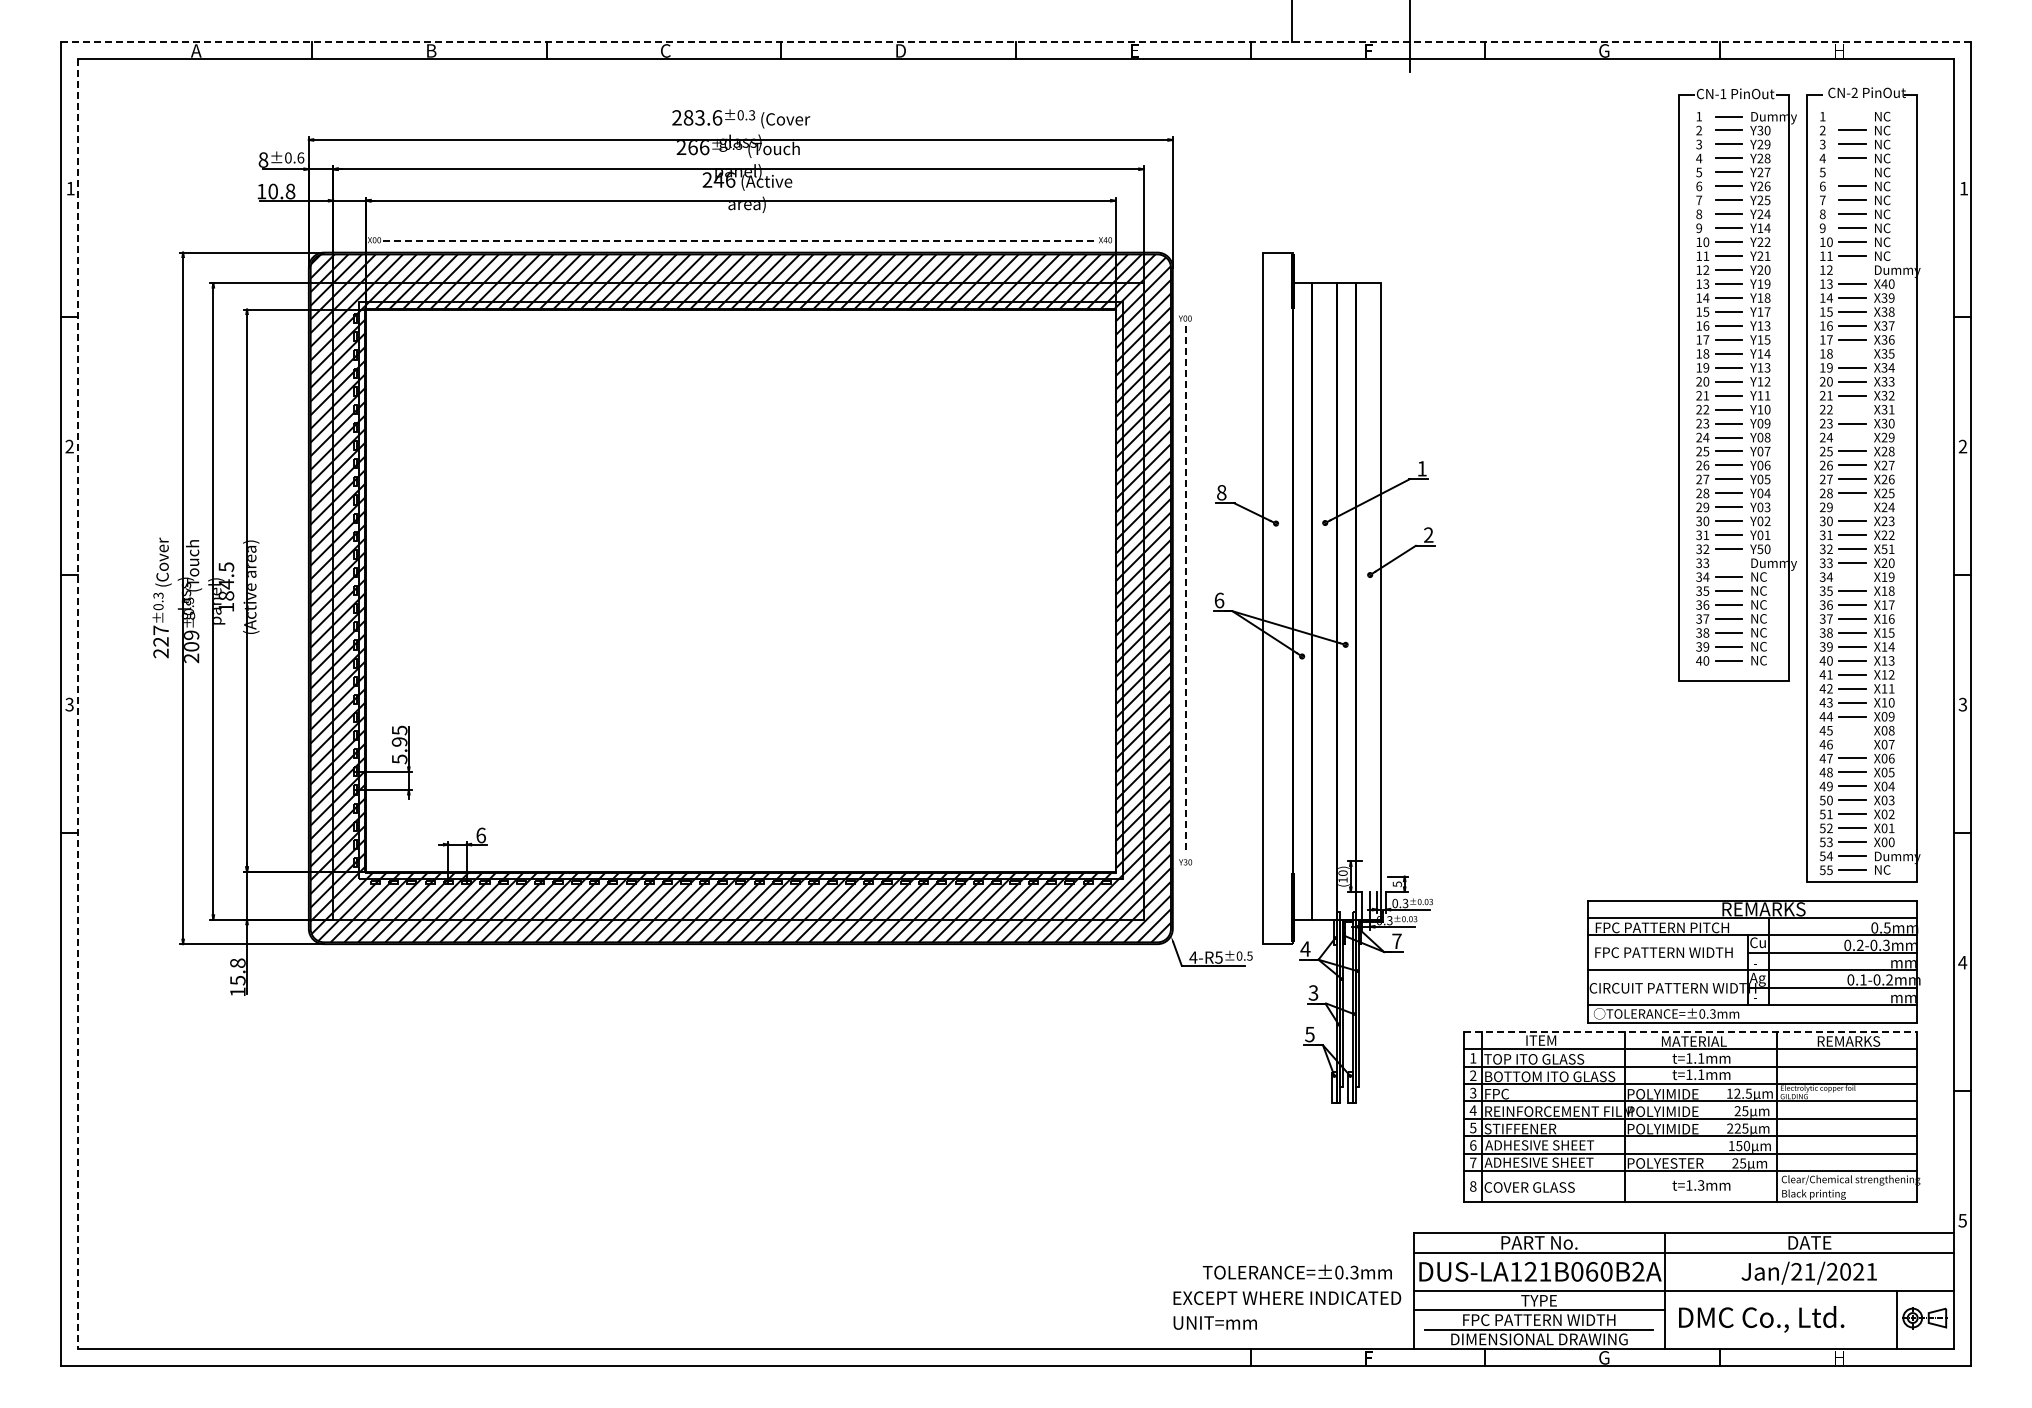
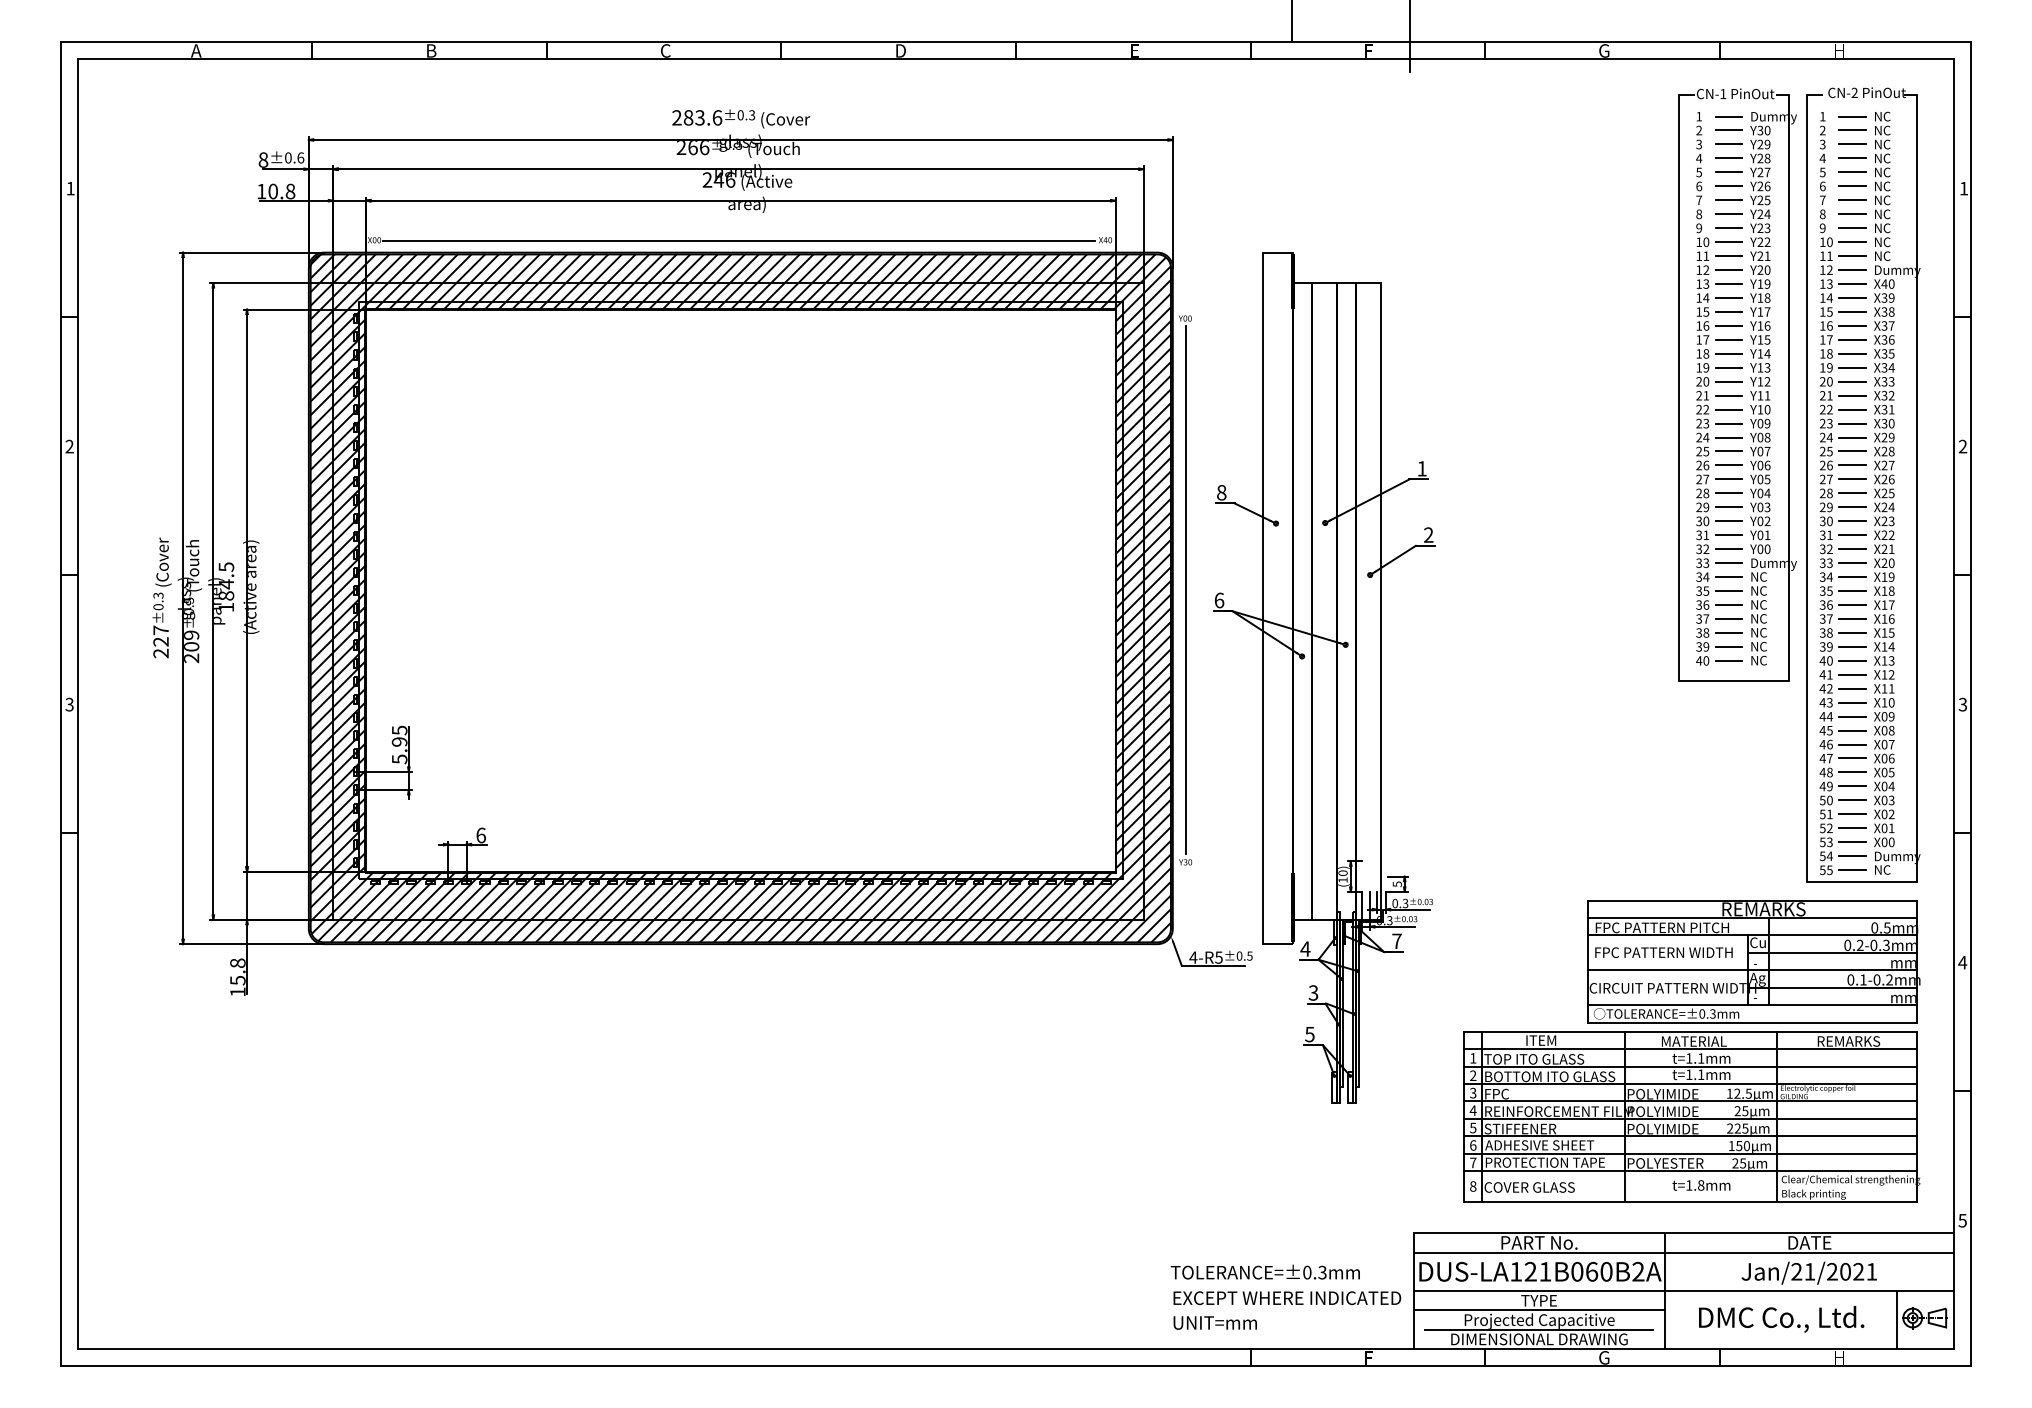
line at (1015, 42): dashed -> solid
line at (1852, 116): none -> present
line at (1852, 171): none -> present
text at (1763, 228): Y14 -> Y23
line at (738, 240): dashed -> solid
line at (1852, 270): none -> present
text at (1767, 325): Y13 -> Y16
line at (1852, 353): none -> present
line at (1852, 409): none -> present
line at (1852, 437): none -> present
line at (1852, 507): none -> present
text at (1760, 548): Y50 -> Y00
text at (1884, 549): X51 -> X21
line at (1728, 563): none -> present
line at (1852, 577): none -> present
line at (1186, 590): dashed -> solid
line at (77, 704): dashed -> solid
line at (1852, 730): none -> present
line at (1852, 744): none -> present
line at (1690, 1031): dashed -> solid
text at (1544, 1162): ADHESIVE SHEET -> PROTECTION TAPE
text at (1700, 1185): t=1.3mm -> t=1.8mm
text at (1296, 1271) position: (1296, 1271) -> (1264, 1271)
text at (1761, 1319) position: (1761, 1319) -> (1781, 1319)
text at (1539, 1320): FPC PATTERN WIDTH -> Projected Capacitive
